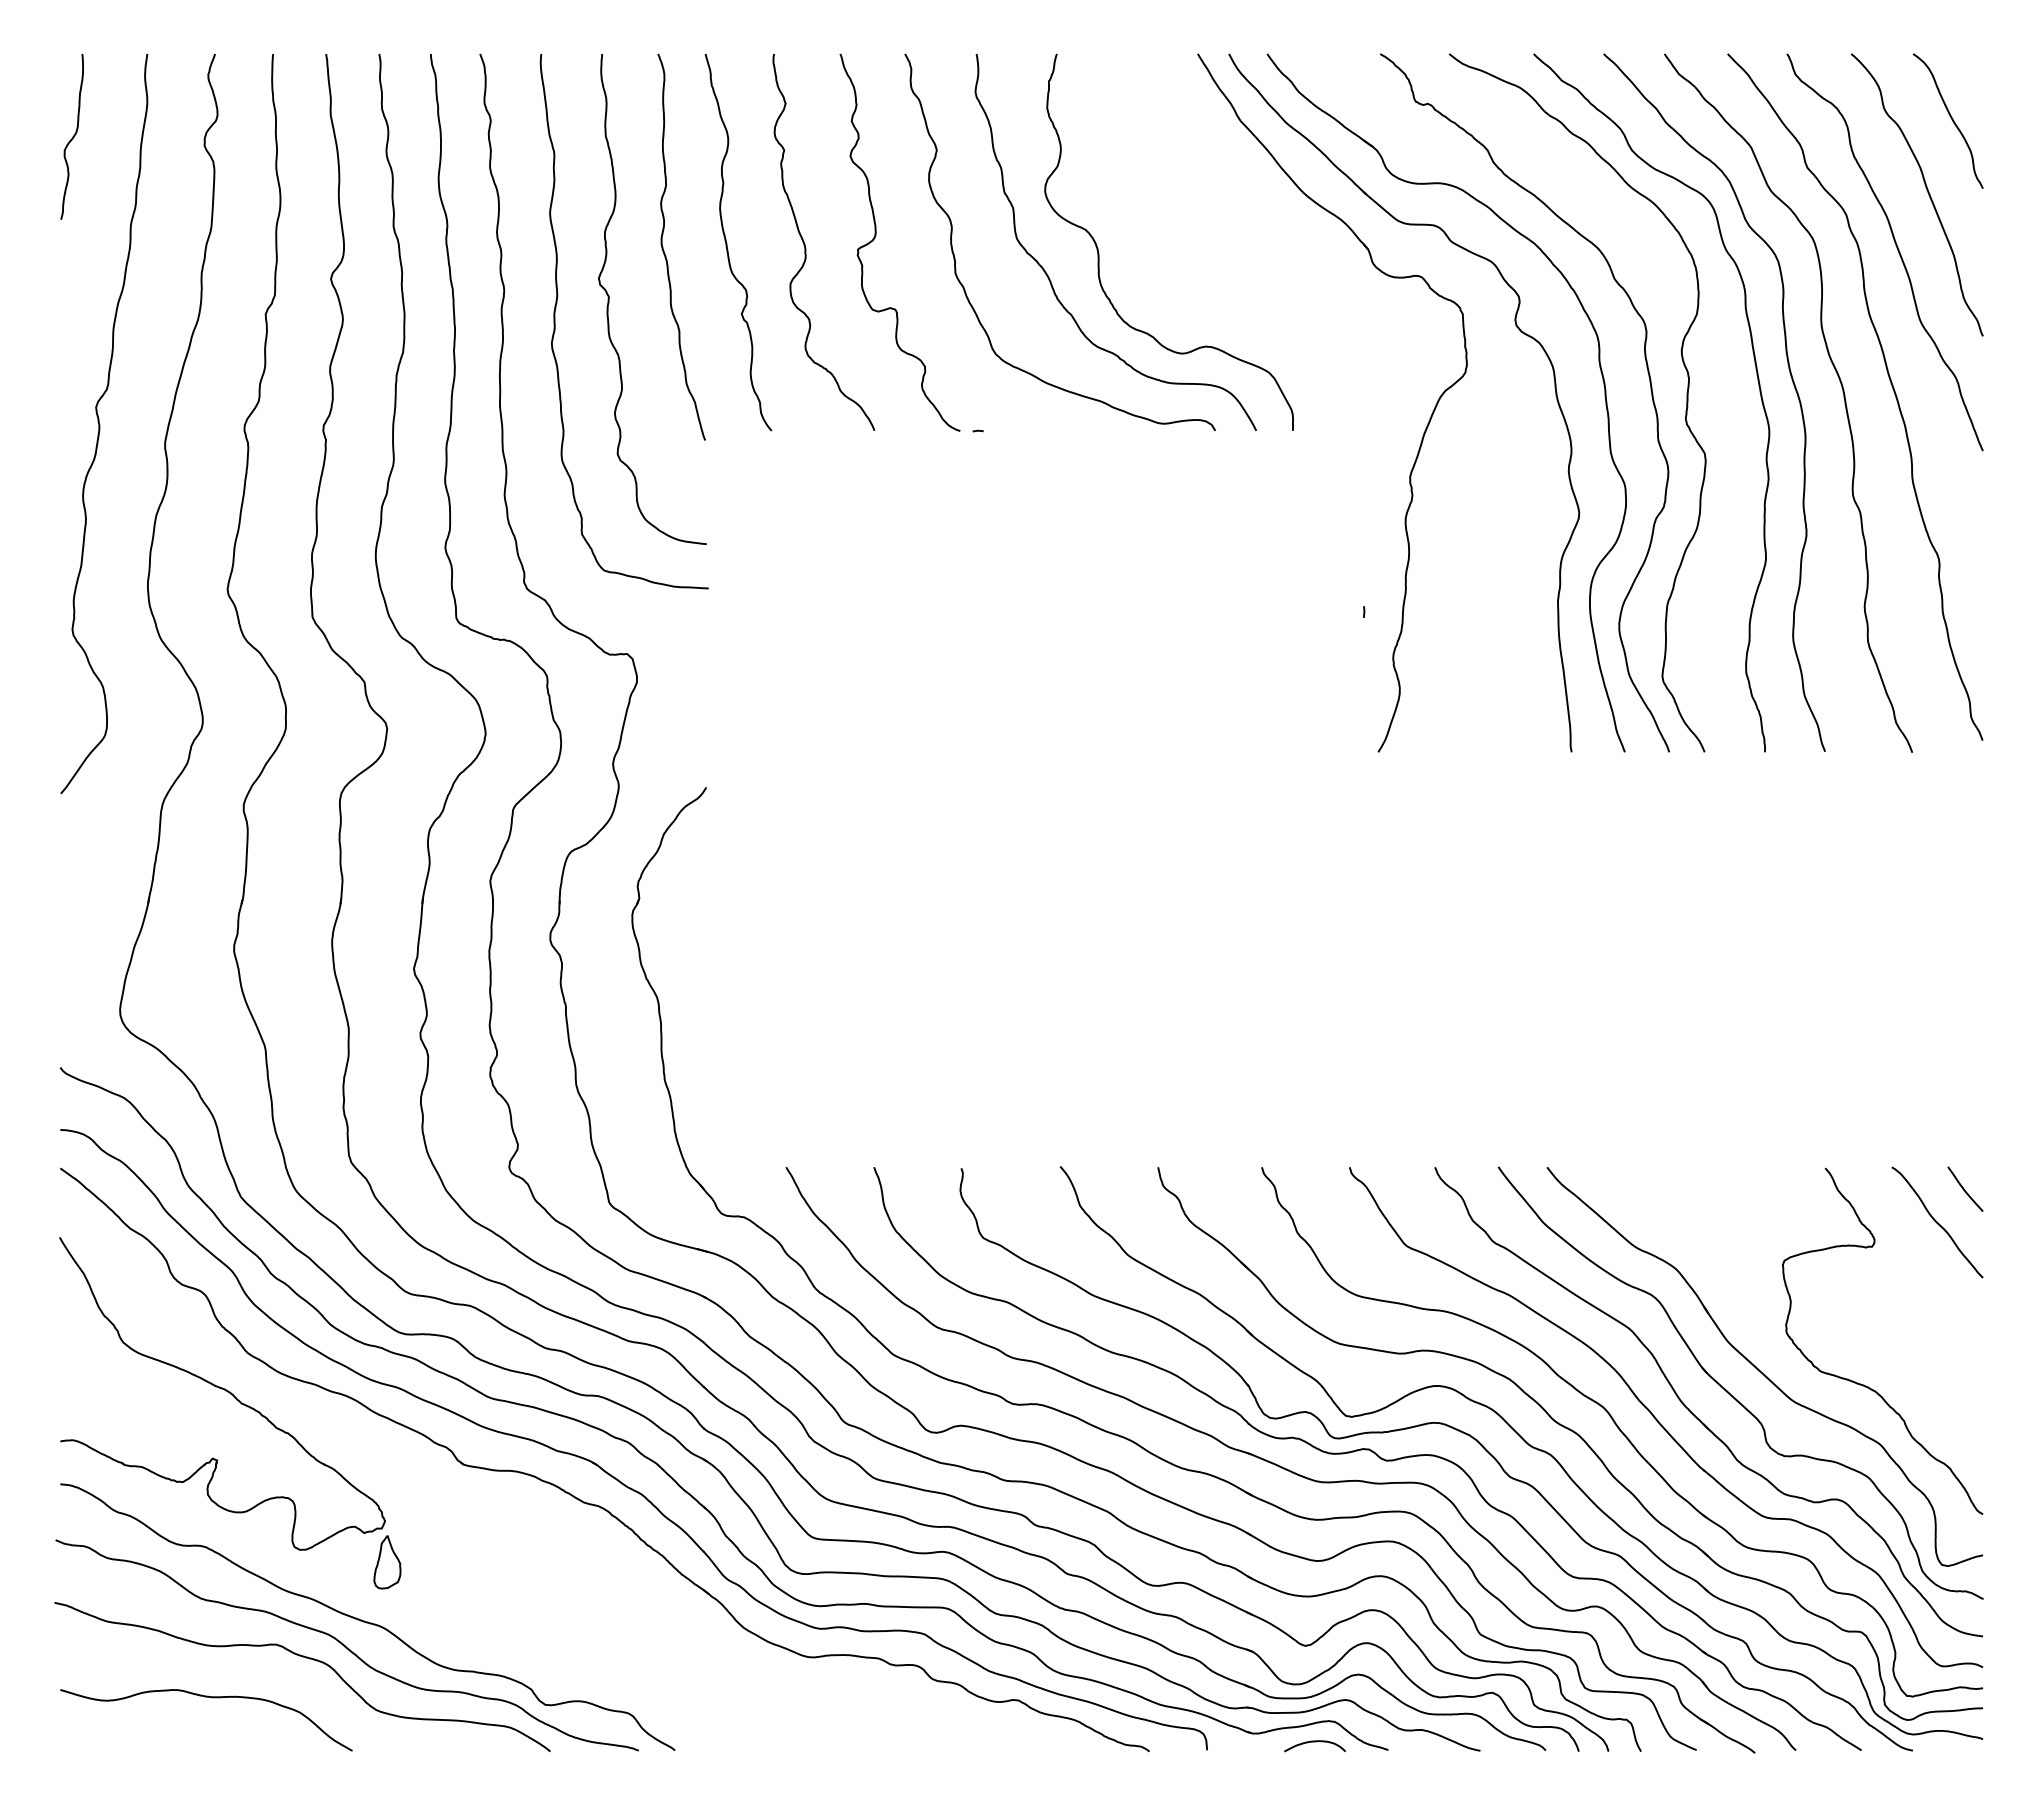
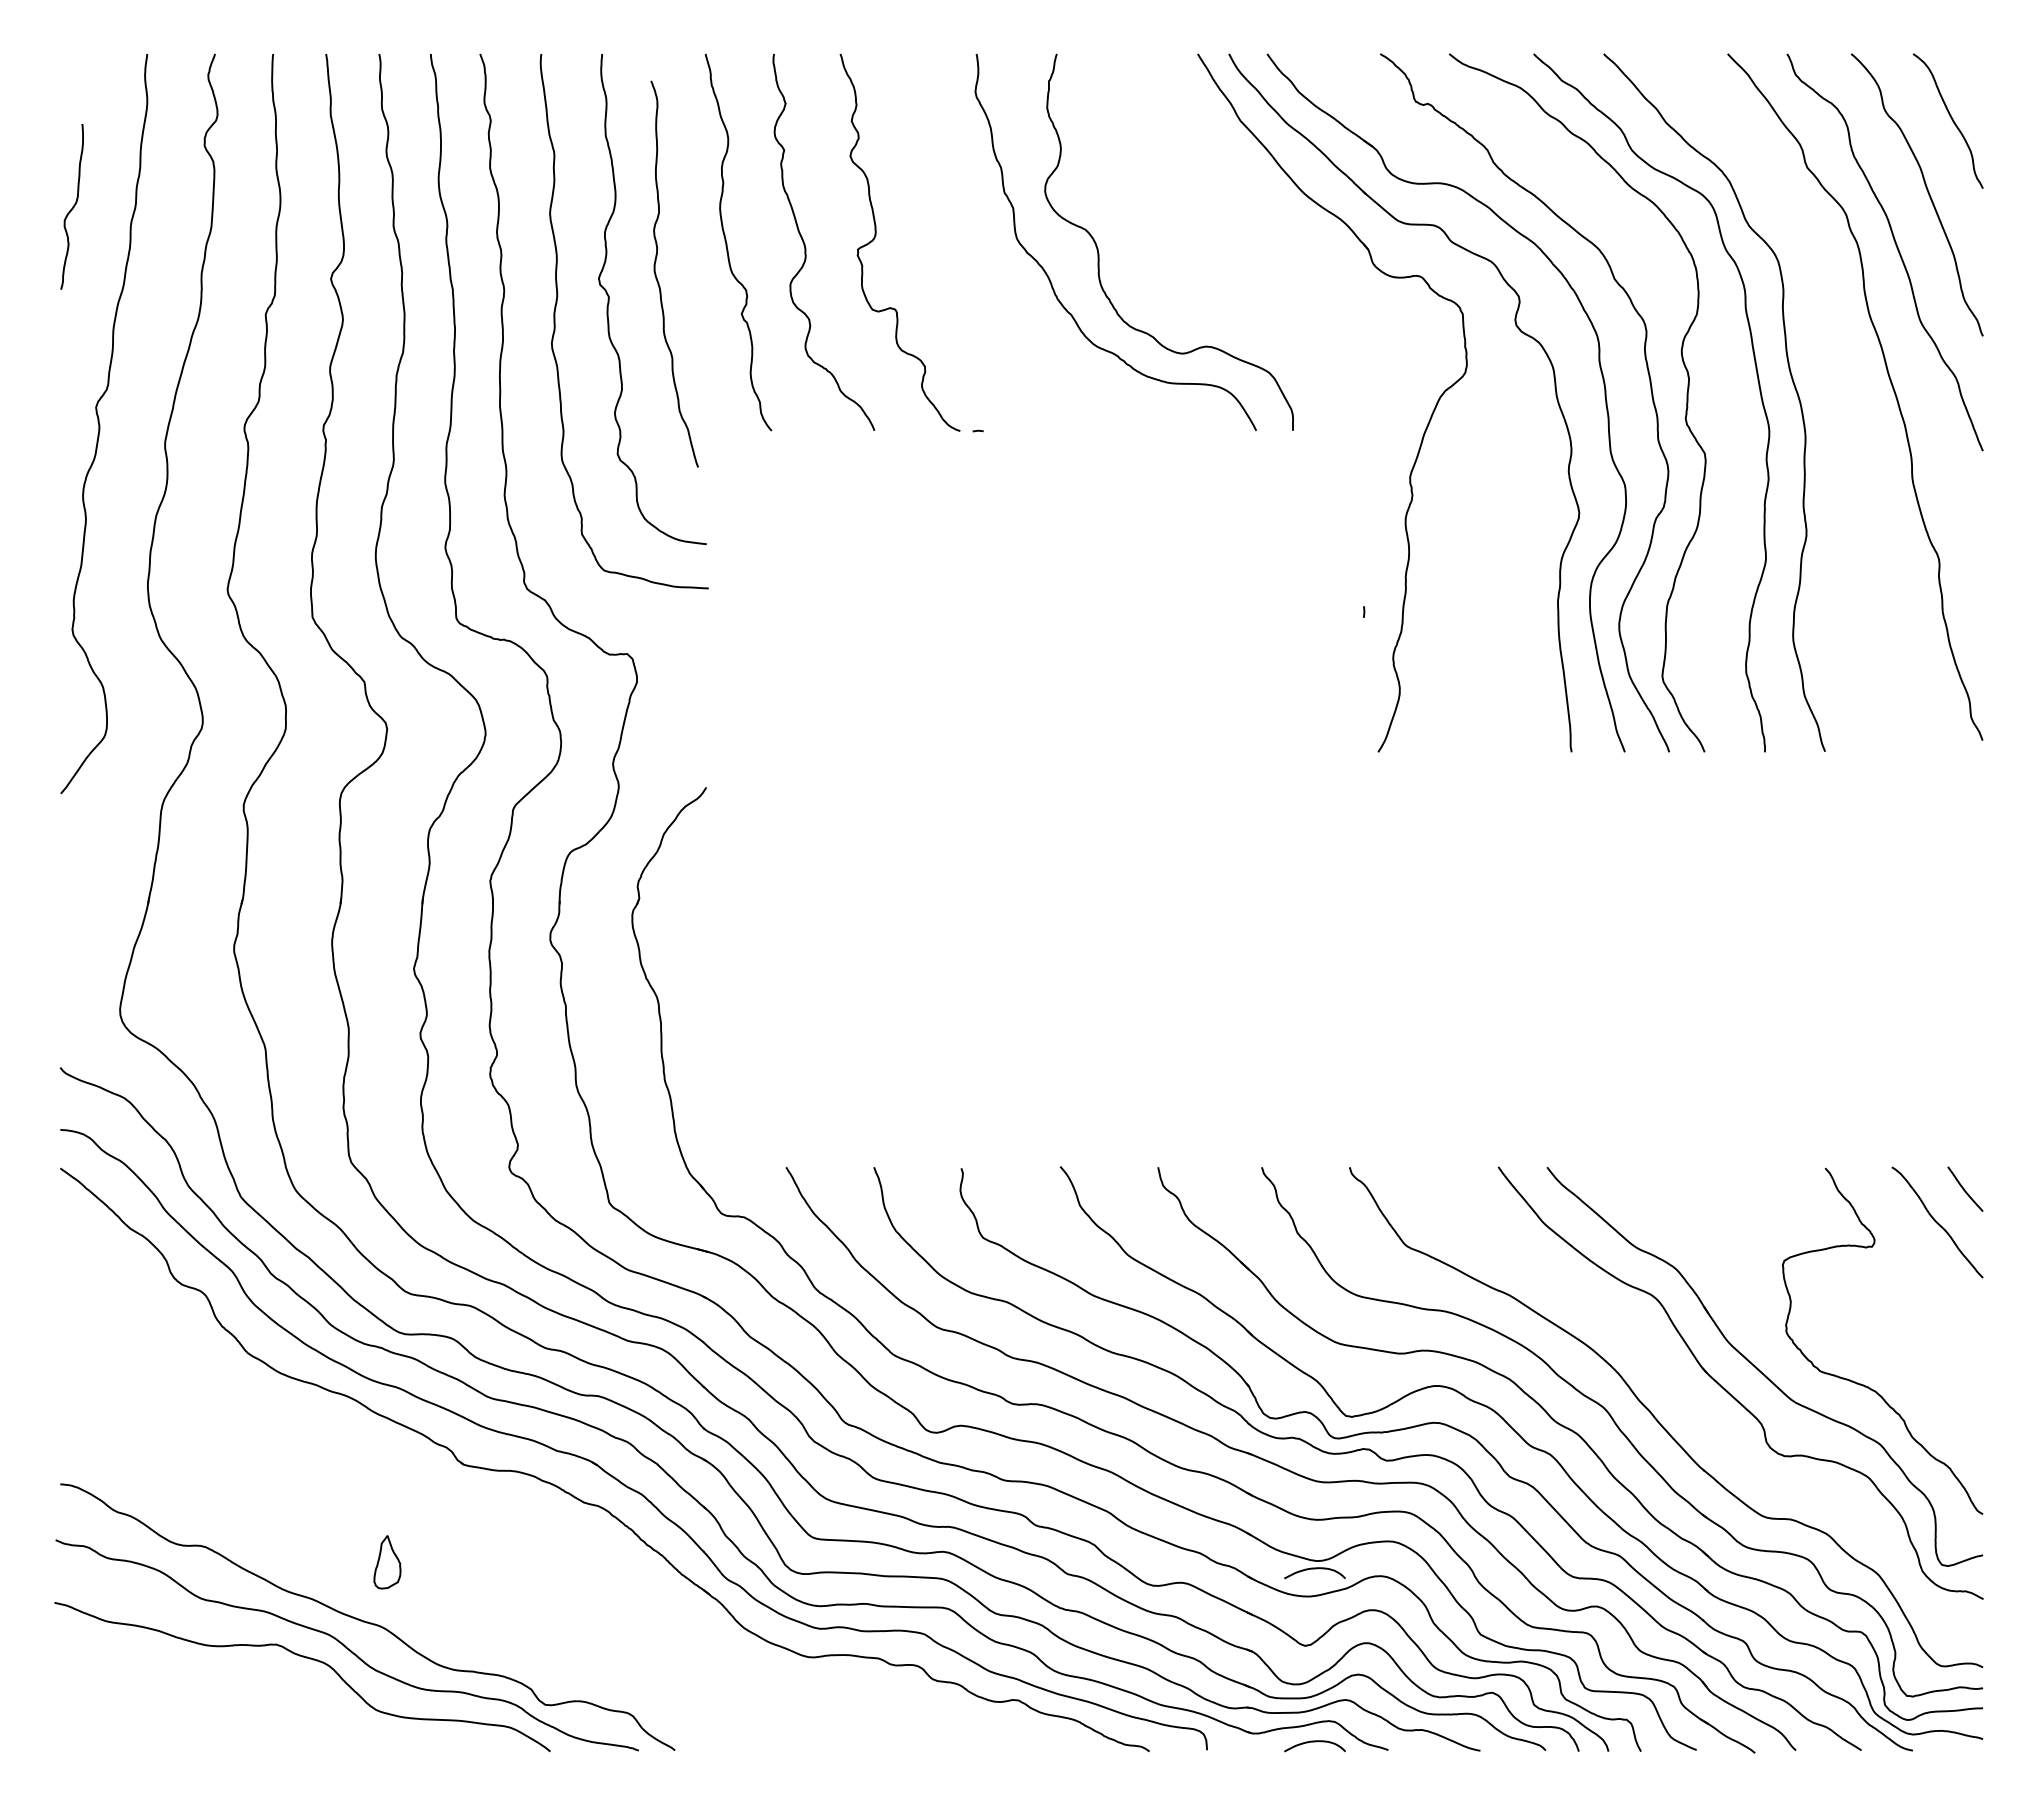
curve at (72, 136) position: (72, 136) -> (72, 206)
curve at (664, 250) position: (664, 250) -> (657, 277)
curve at (955, 257): present -> none
curve at (1842, 392): present -> none
part at (222, 1393): present -> none
part at (1695, 1415): present -> none
curve at (1314, 1569): none -> present
curve at (211, 1698): present -> none
